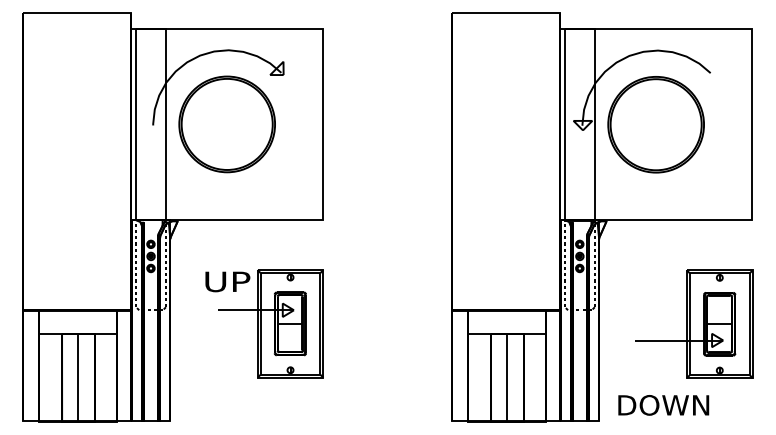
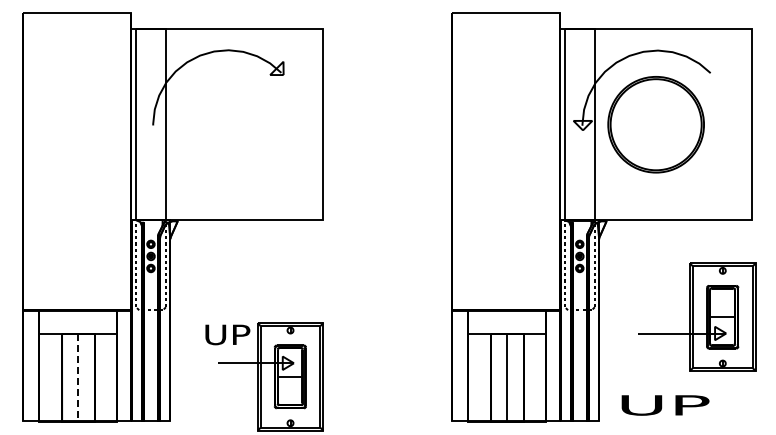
part at (226, 124): present -> none
part at (264, 323) position: (264, 323) -> (264, 376)
part at (694, 323) position: (694, 323) -> (697, 316)
line at (78, 377): solid -> dashed
text at (663, 405): DOWN -> UP
